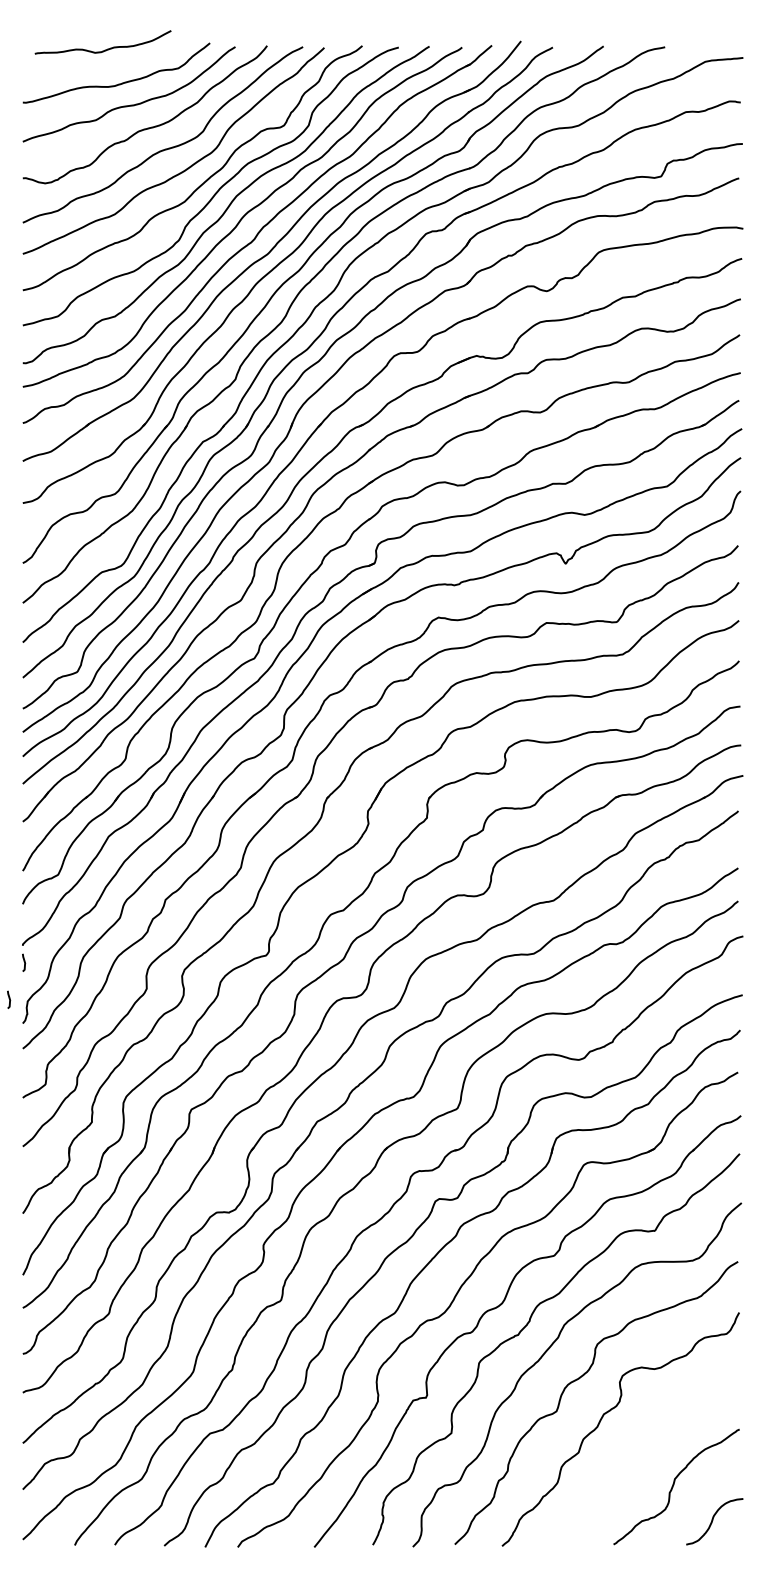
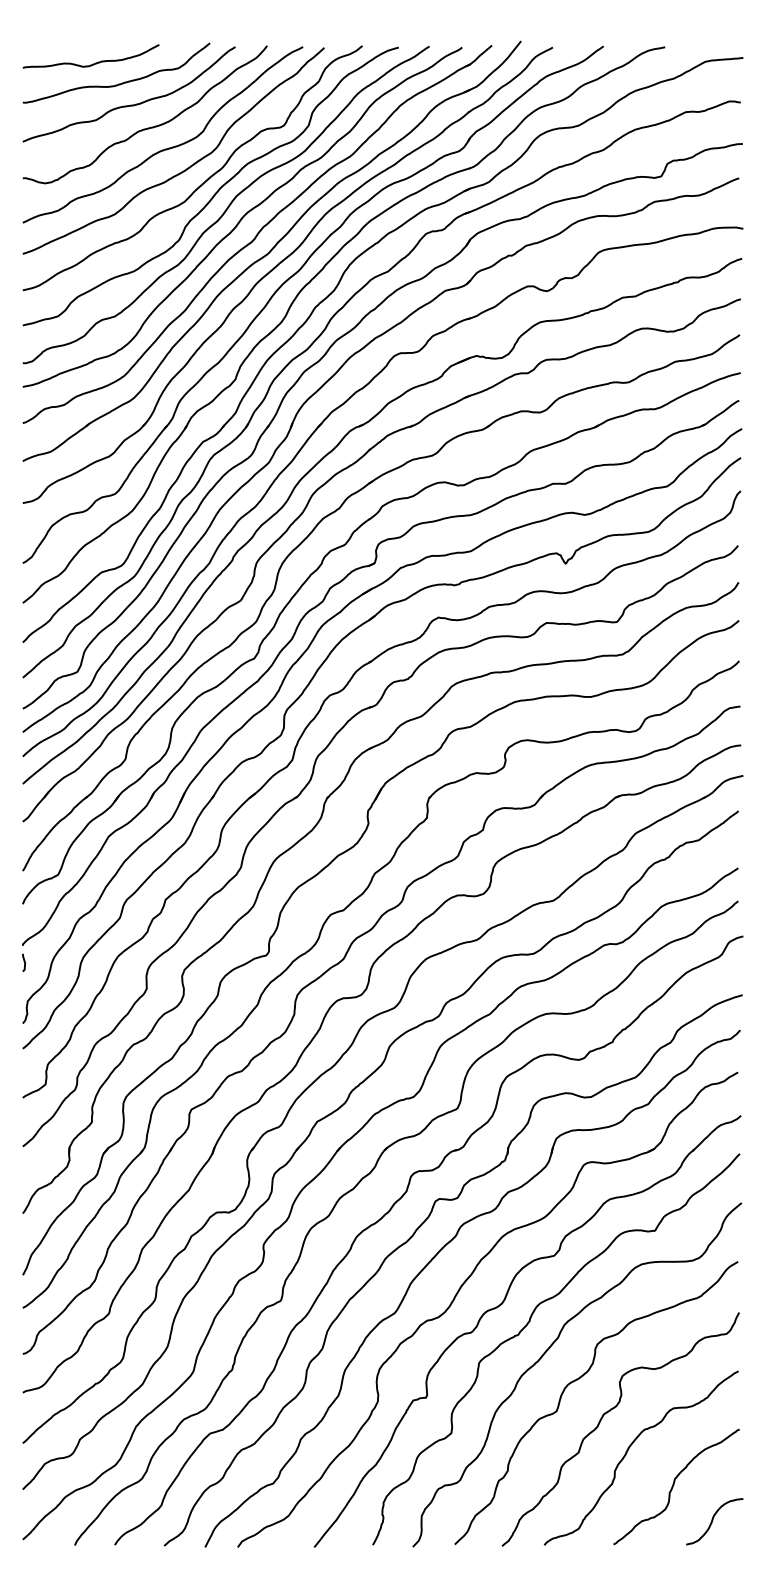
curve at (105, 49) position: (105, 49) -> (93, 63)
curve at (9, 999): present -> none
curve at (627, 1453): none -> present
